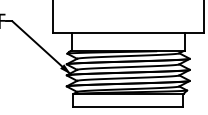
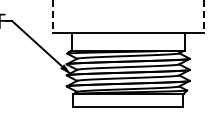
line at (52, 17): solid -> dashed
line at (203, 17): solid -> dashed
